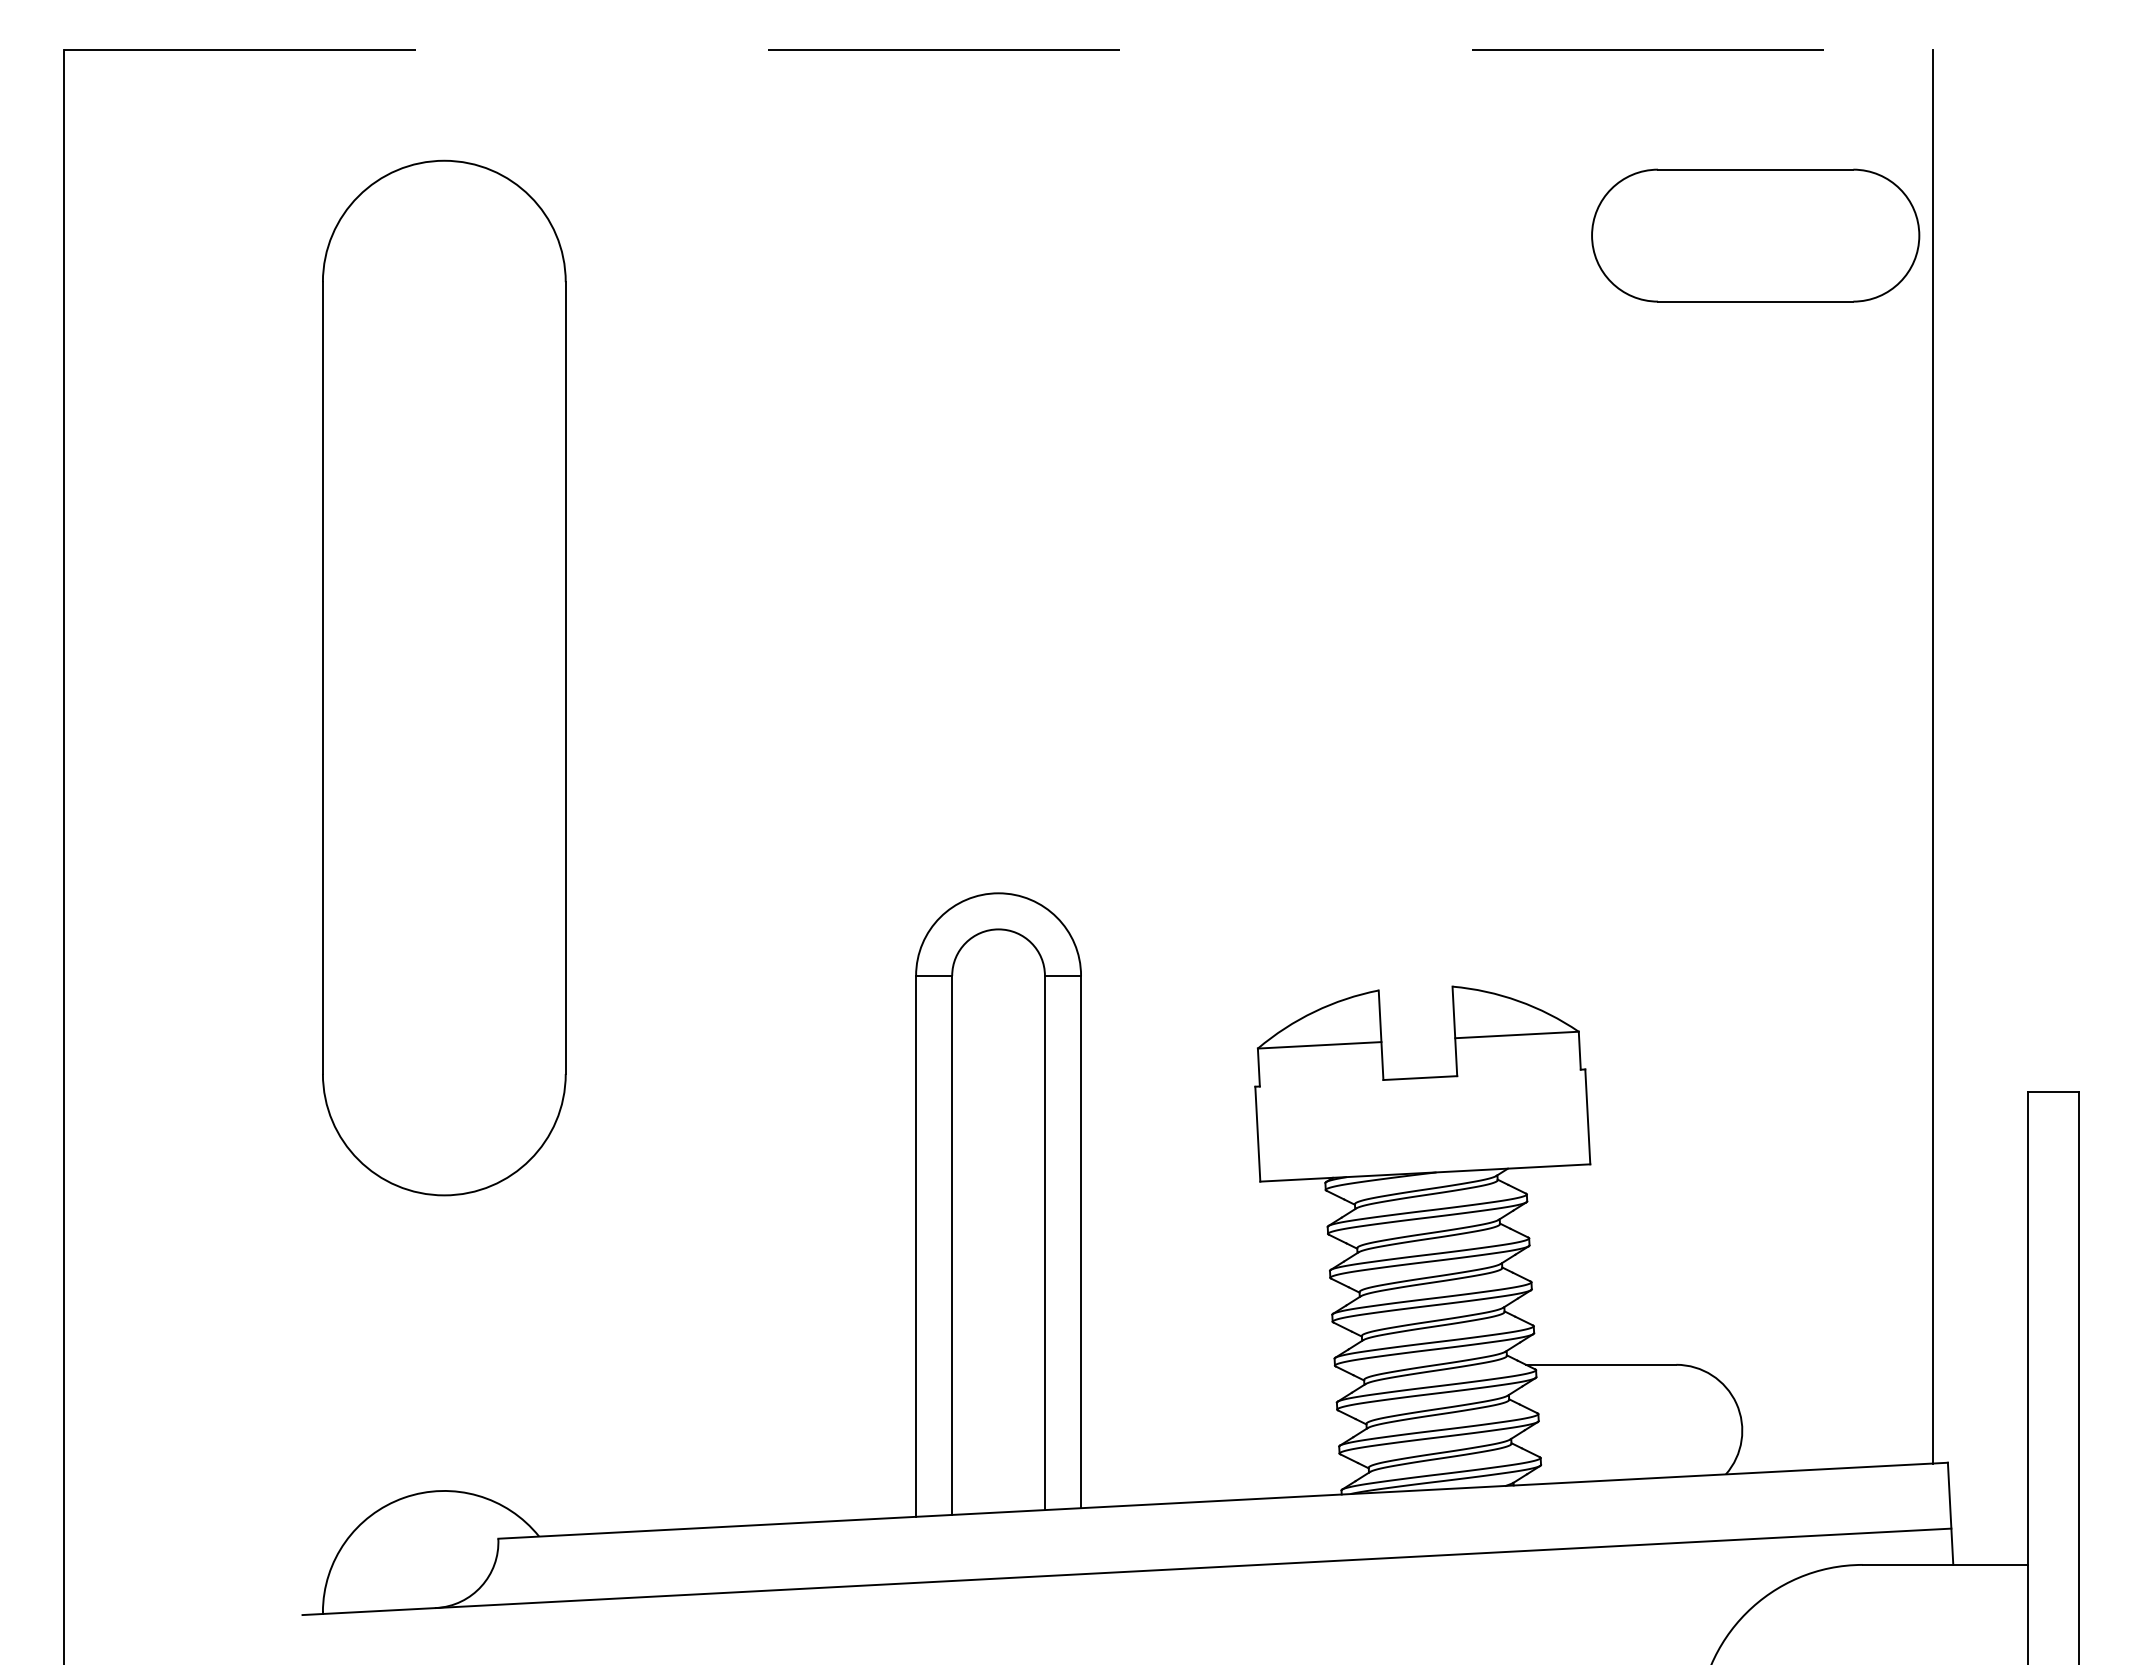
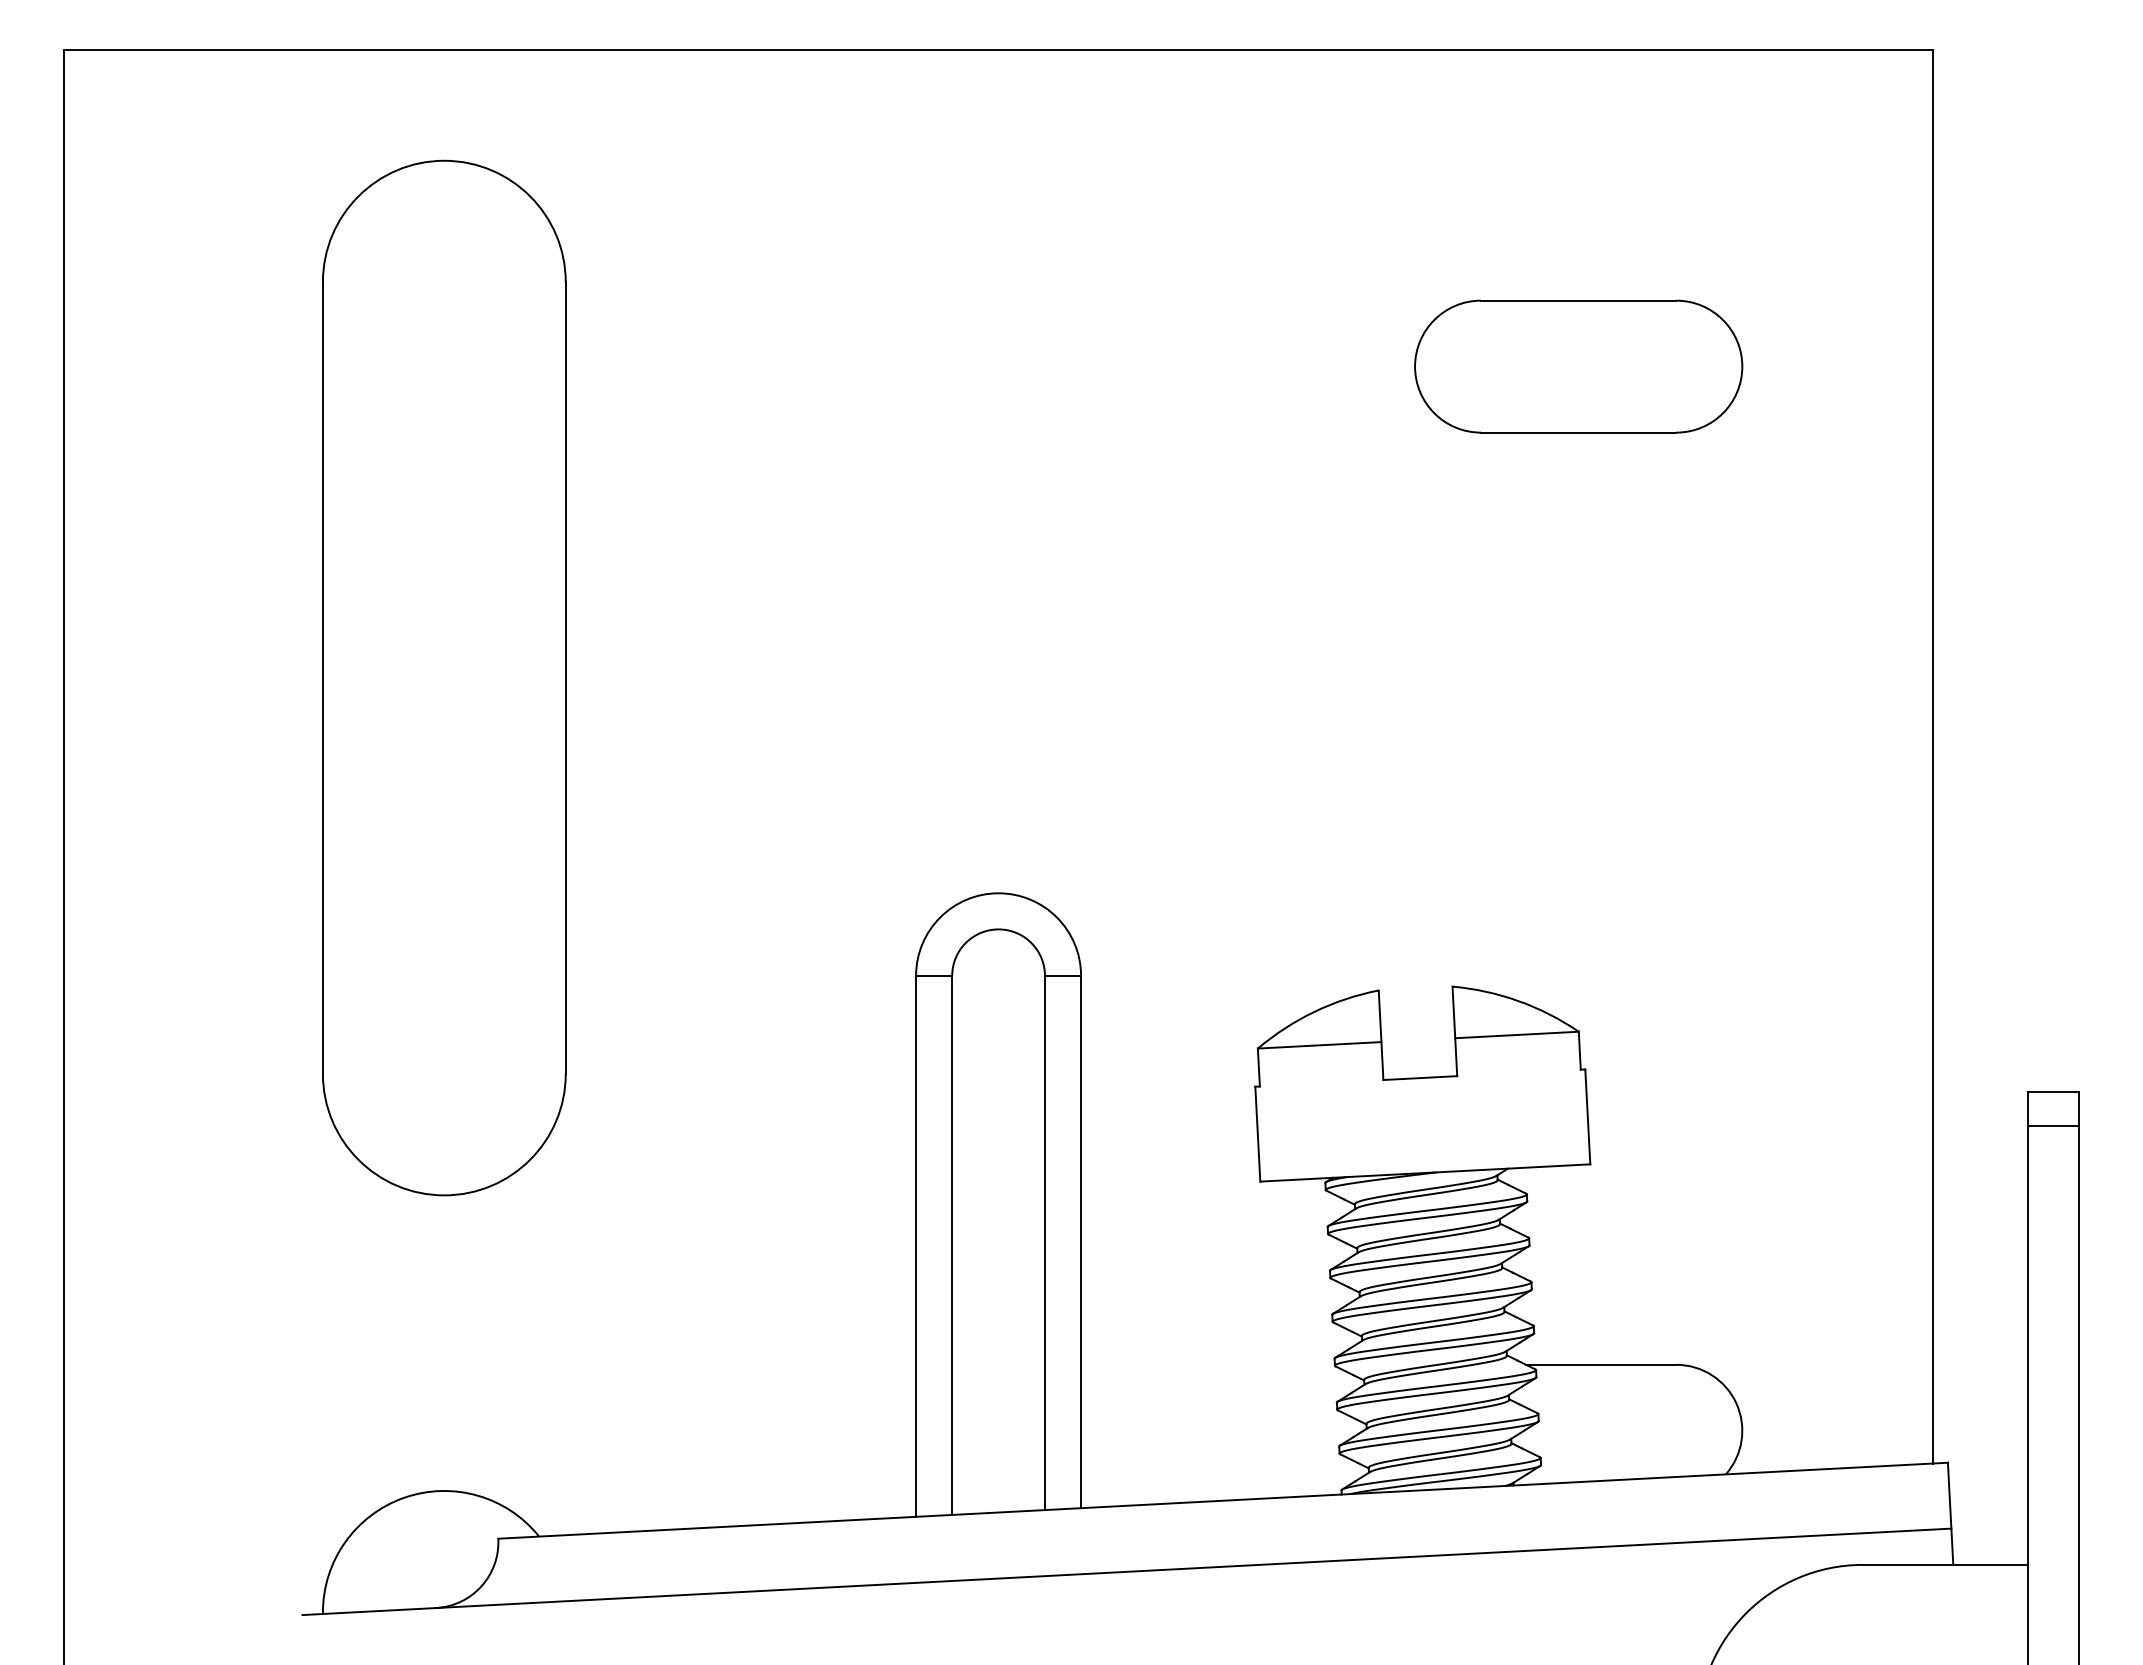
line at (999, 49): dashed -> solid
part at (1755, 235) position: (1755, 235) -> (1578, 366)
line at (2053, 1126): none -> present
